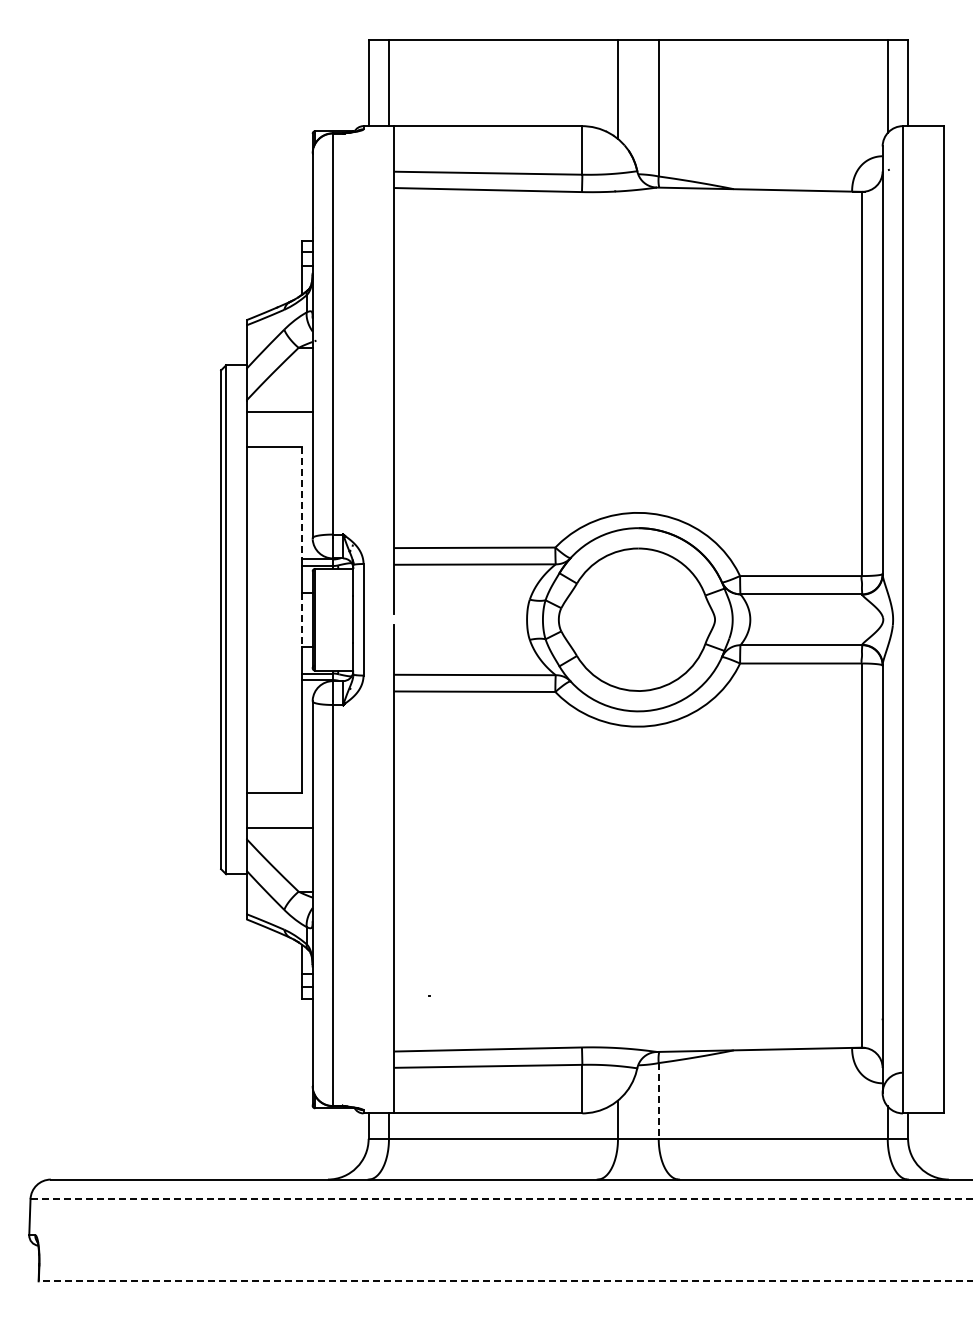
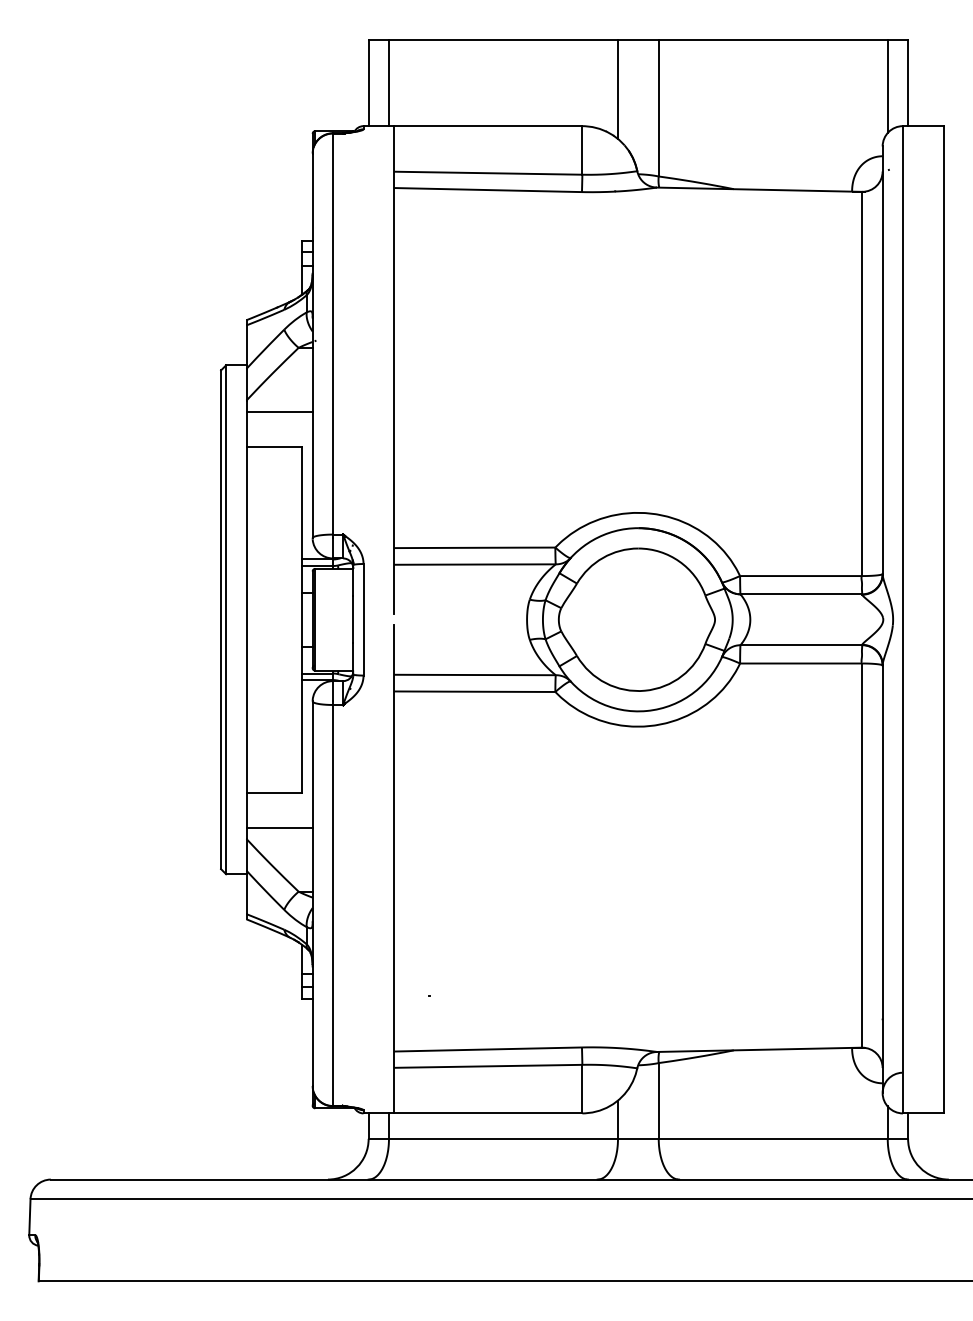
line at (302, 503): dashed -> solid
line at (302, 620): dashed -> solid
line at (658, 1100): dashed -> solid
line at (501, 1199): dashed -> solid
line at (505, 1281): dashed -> solid
